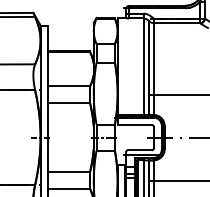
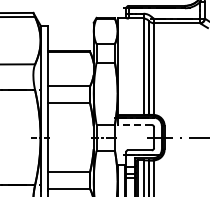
line at (178, 94): present -> none
line at (134, 124): solid -> dashed
line at (178, 180): present -> none
